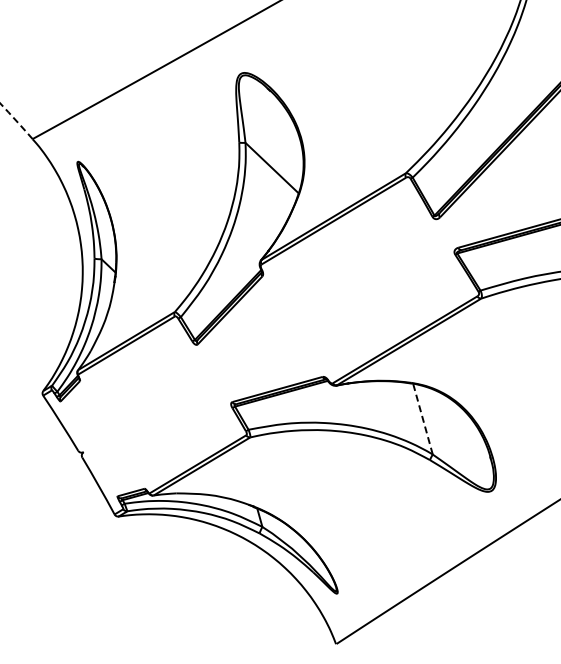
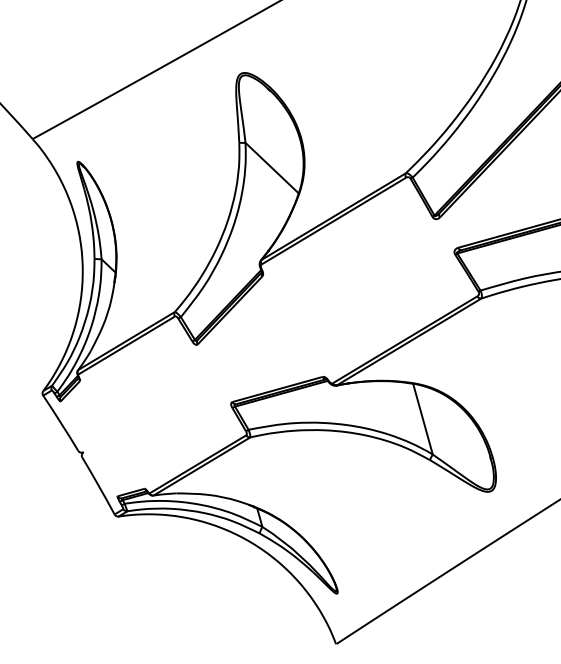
arc at (16, 120): dashed -> solid
line at (422, 419): dashed -> solid
